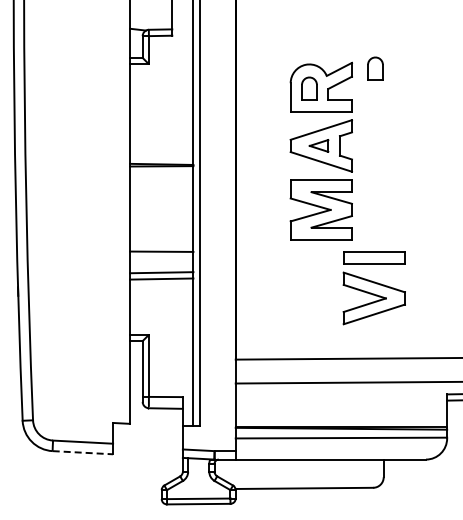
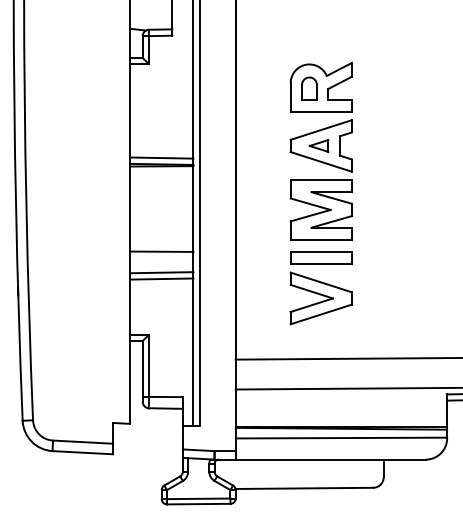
part at (375, 68): present -> none
line at (161, 157): none -> present
part at (373, 288) position: (373, 288) -> (320, 288)
line at (347, 382) position: (347, 382) -> (347, 388)
line at (83, 452): dashed -> solid
